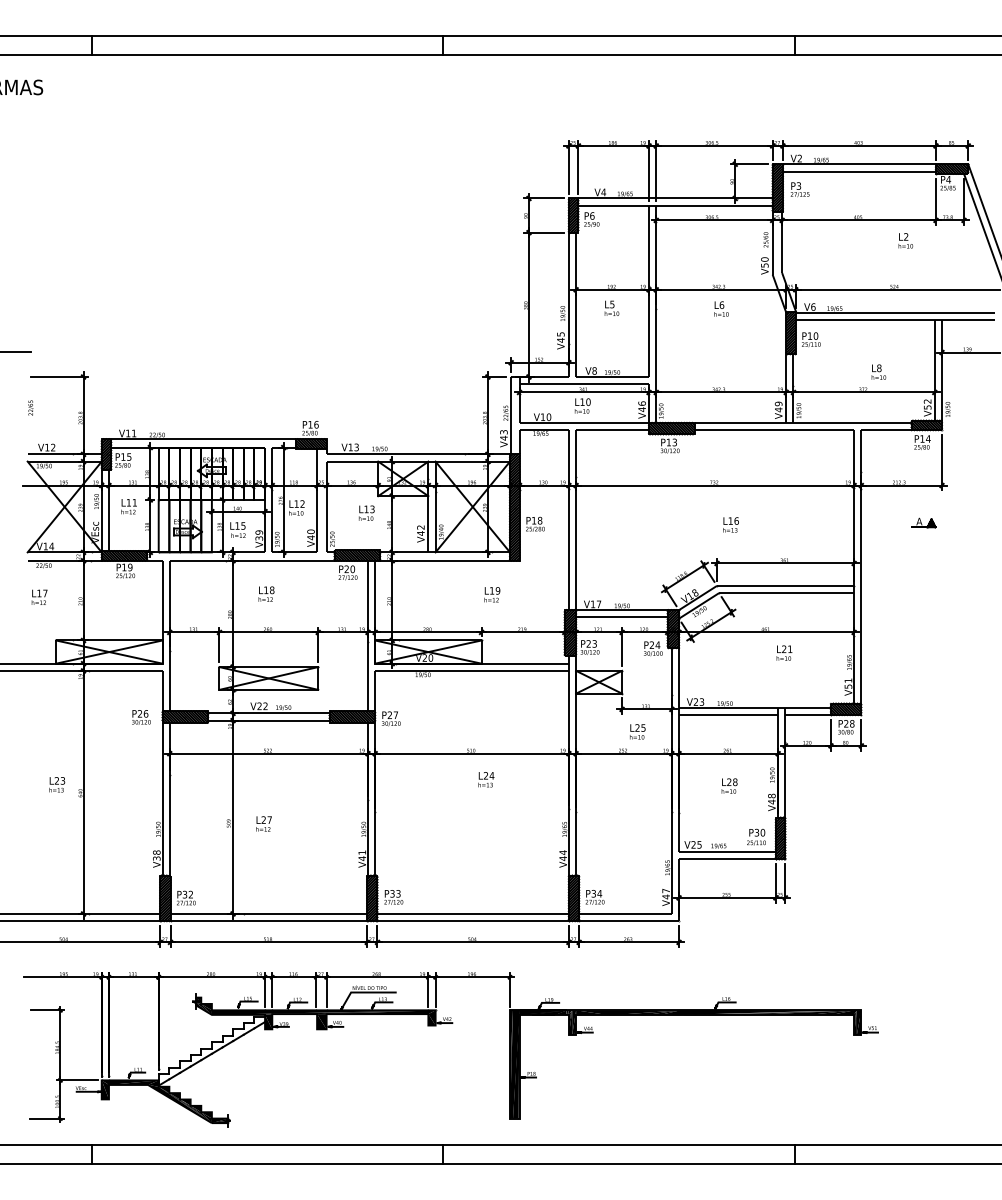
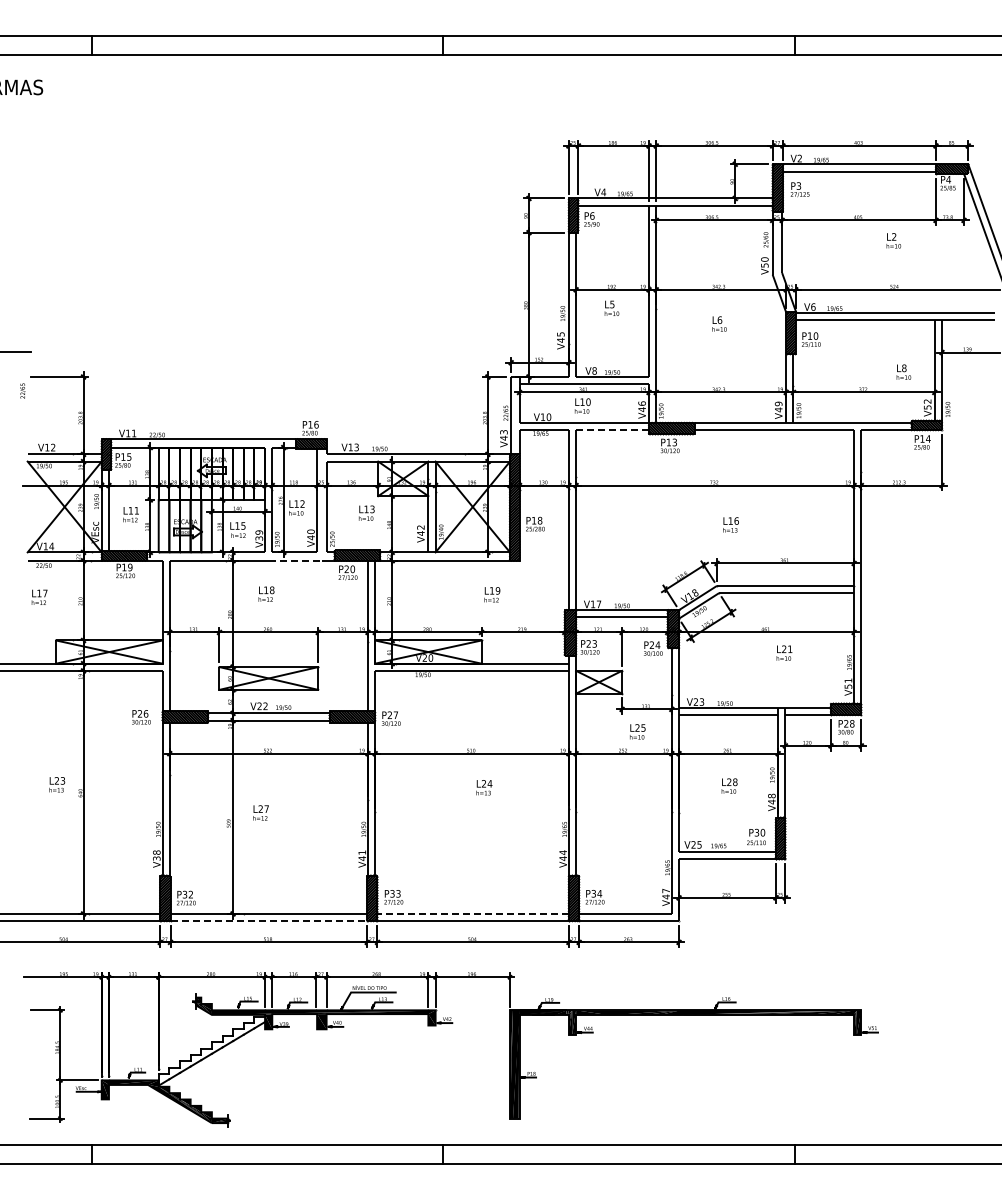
text at (905, 240) position: (905, 240) -> (893, 240)
text at (721, 308) position: (721, 308) -> (719, 323)
text at (878, 371) position: (878, 371) -> (903, 371)
text at (30, 407) position: (30, 407) -> (22, 390)
line at (613, 430): solid -> dashed
text at (128, 506) position: (128, 506) -> (130, 514)
part at (923, 522): present -> none
line at (295, 560): solid -> dashed
text at (486, 779) position: (486, 779) -> (484, 787)
text at (263, 823) position: (263, 823) -> (260, 812)
line at (473, 913): solid -> dashed
line at (269, 921): solid -> dashed
